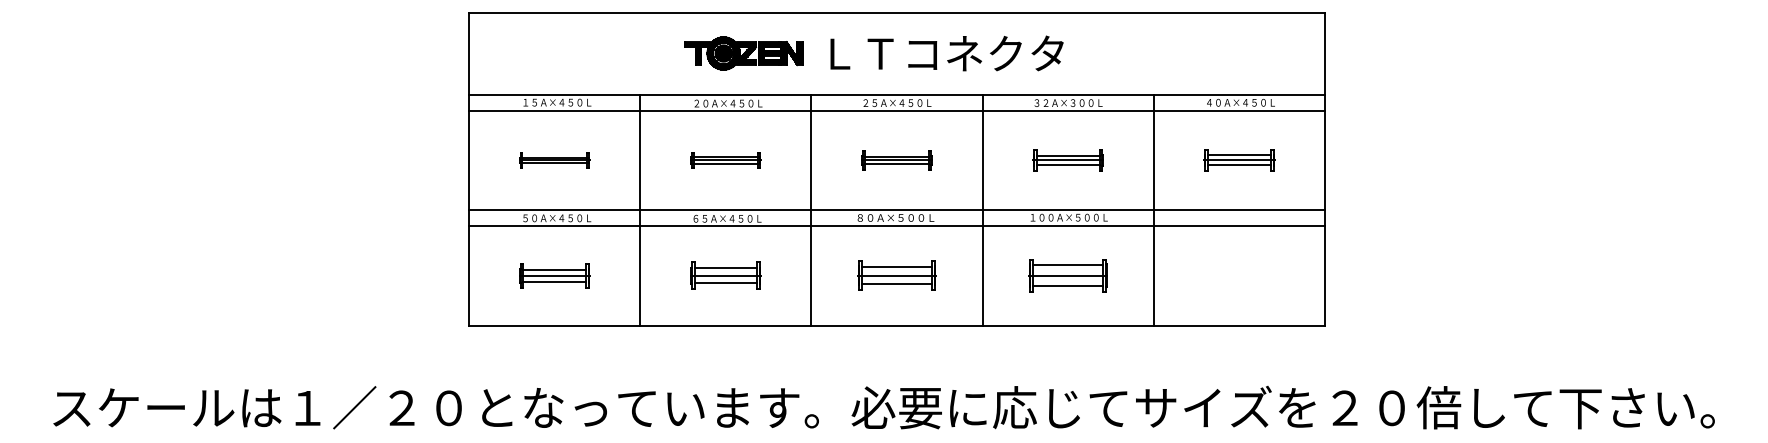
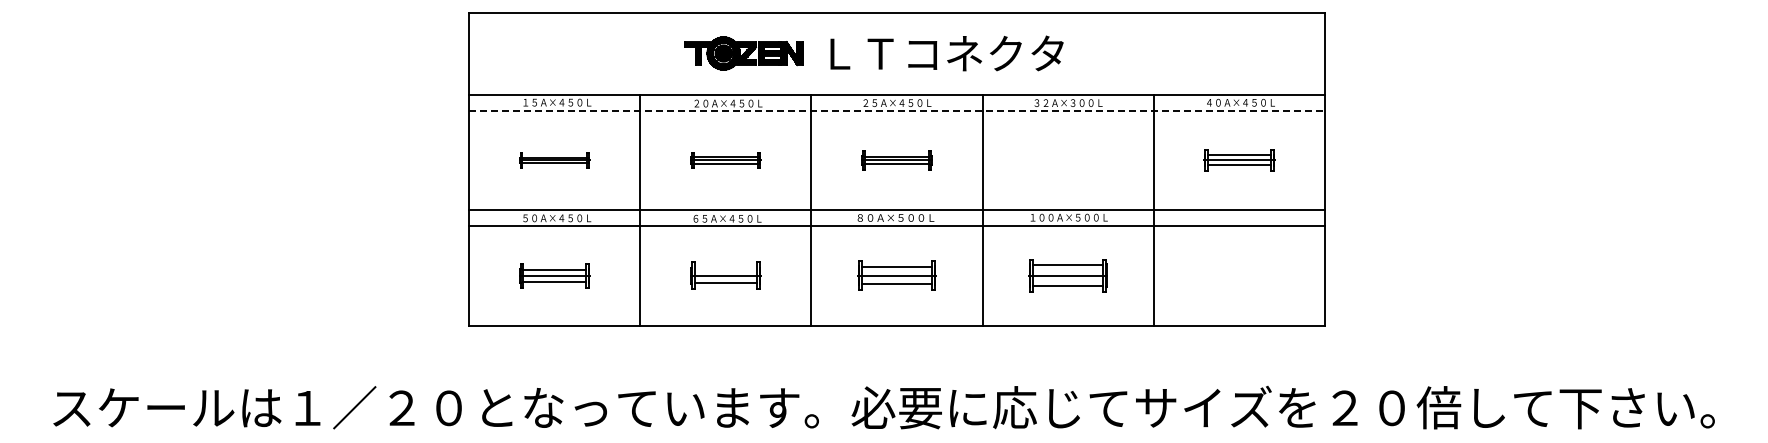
line at (897, 110): solid -> dashed
part at (1067, 160): present -> none
line at (725, 268): present -> none
